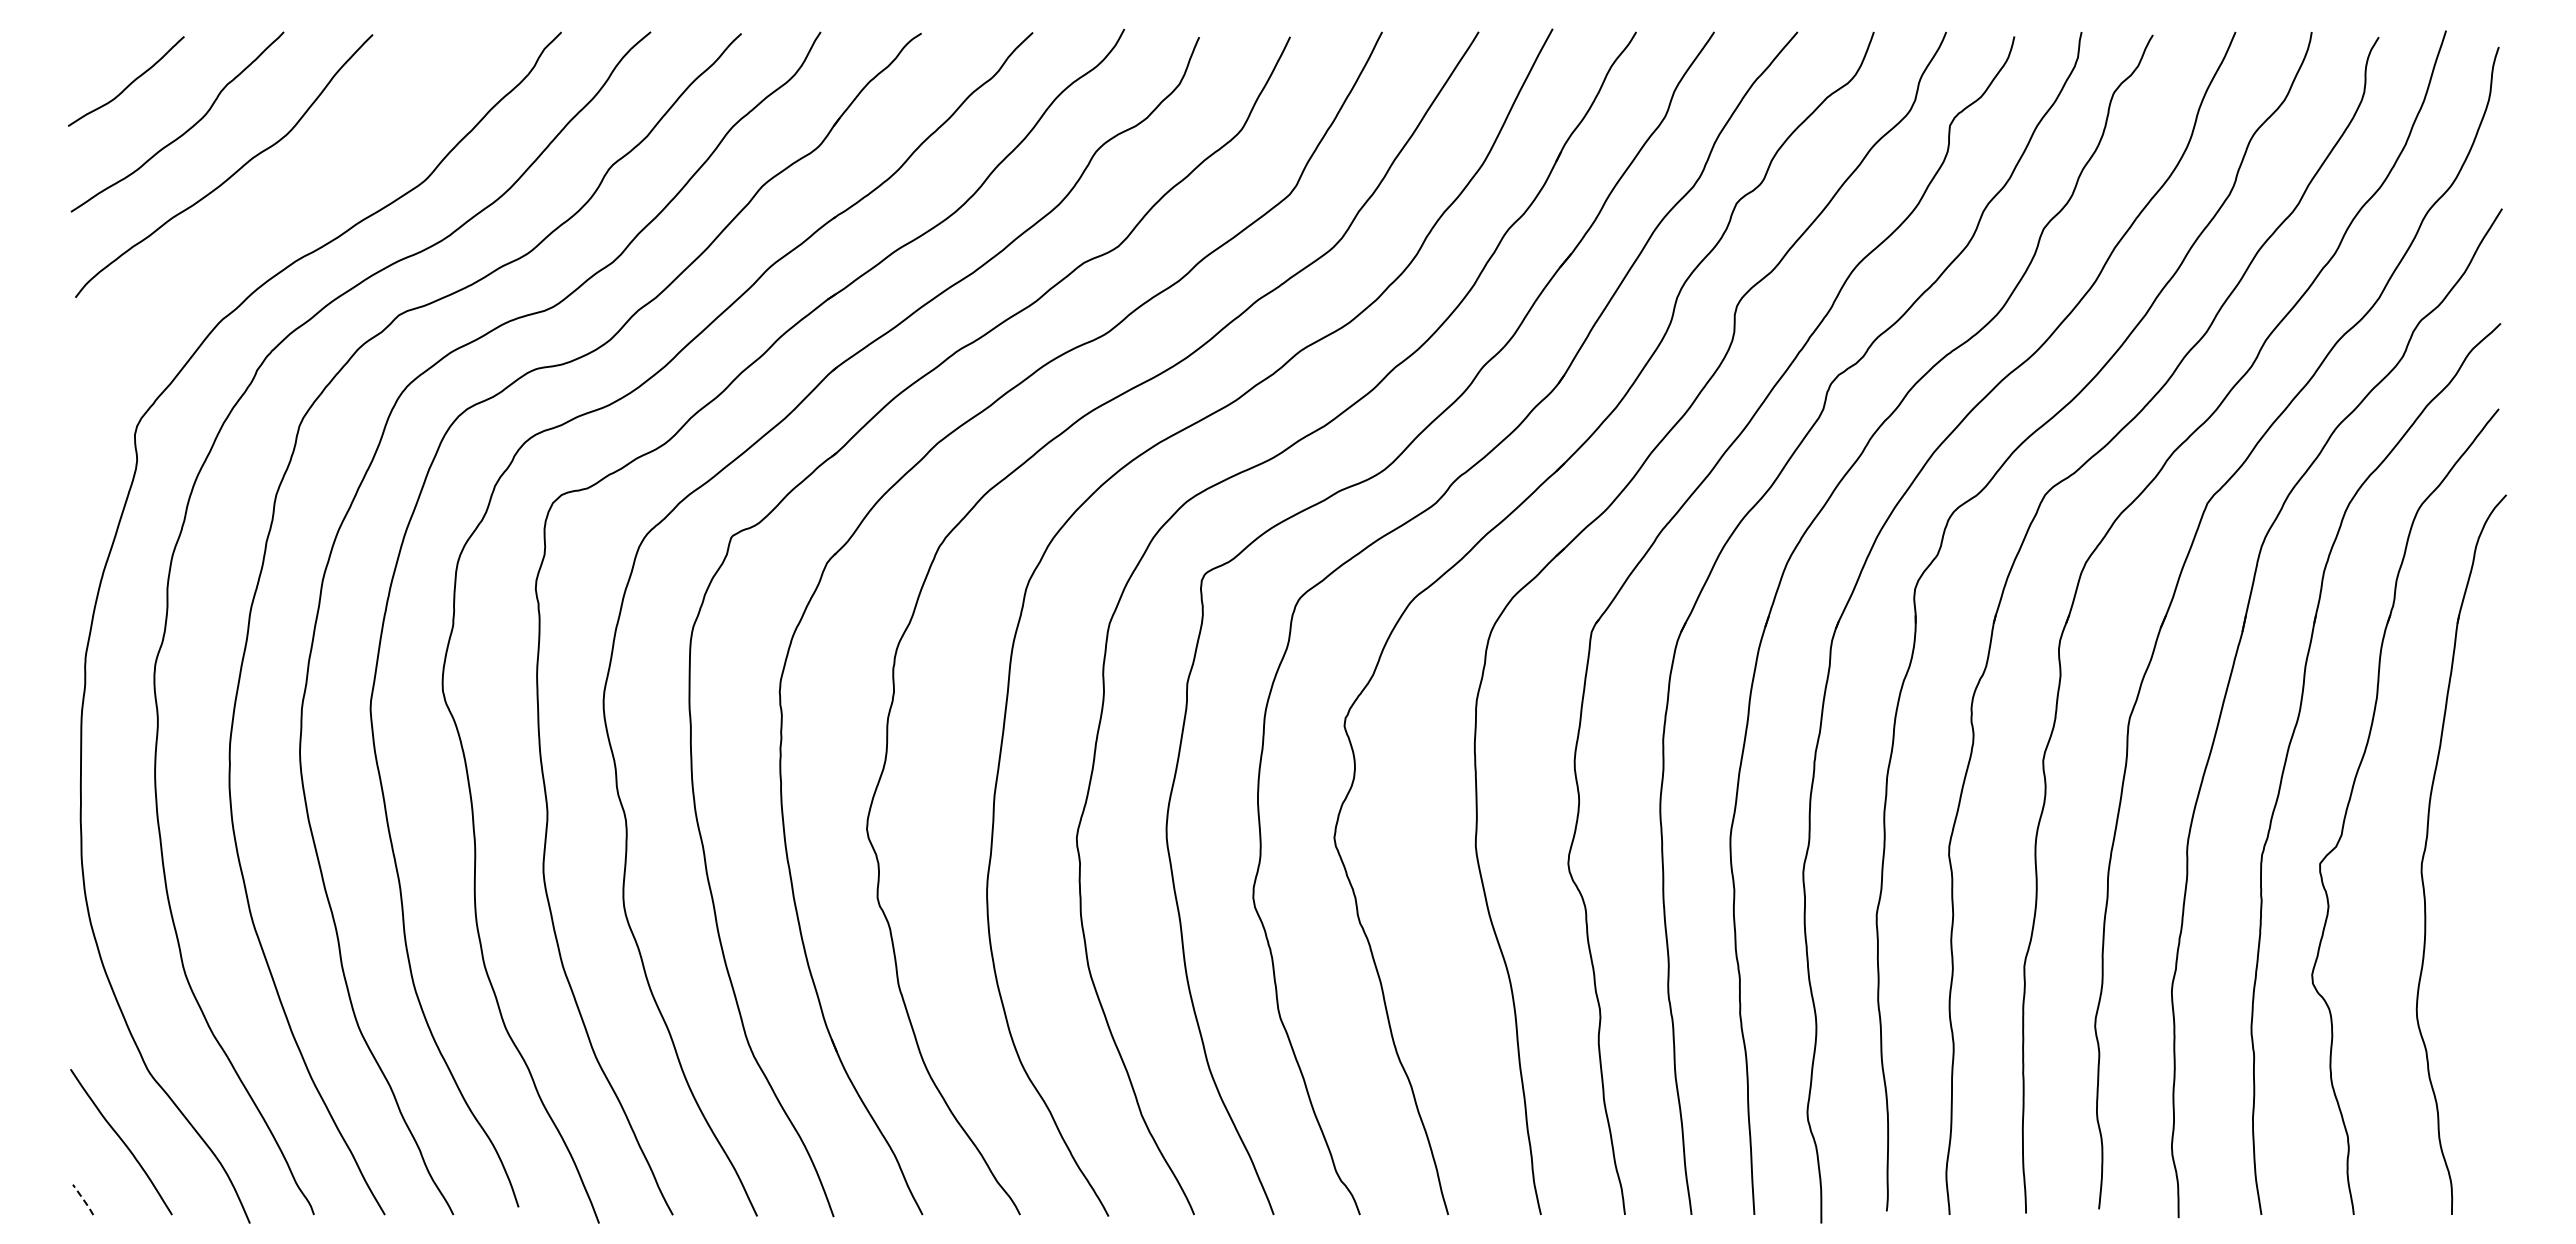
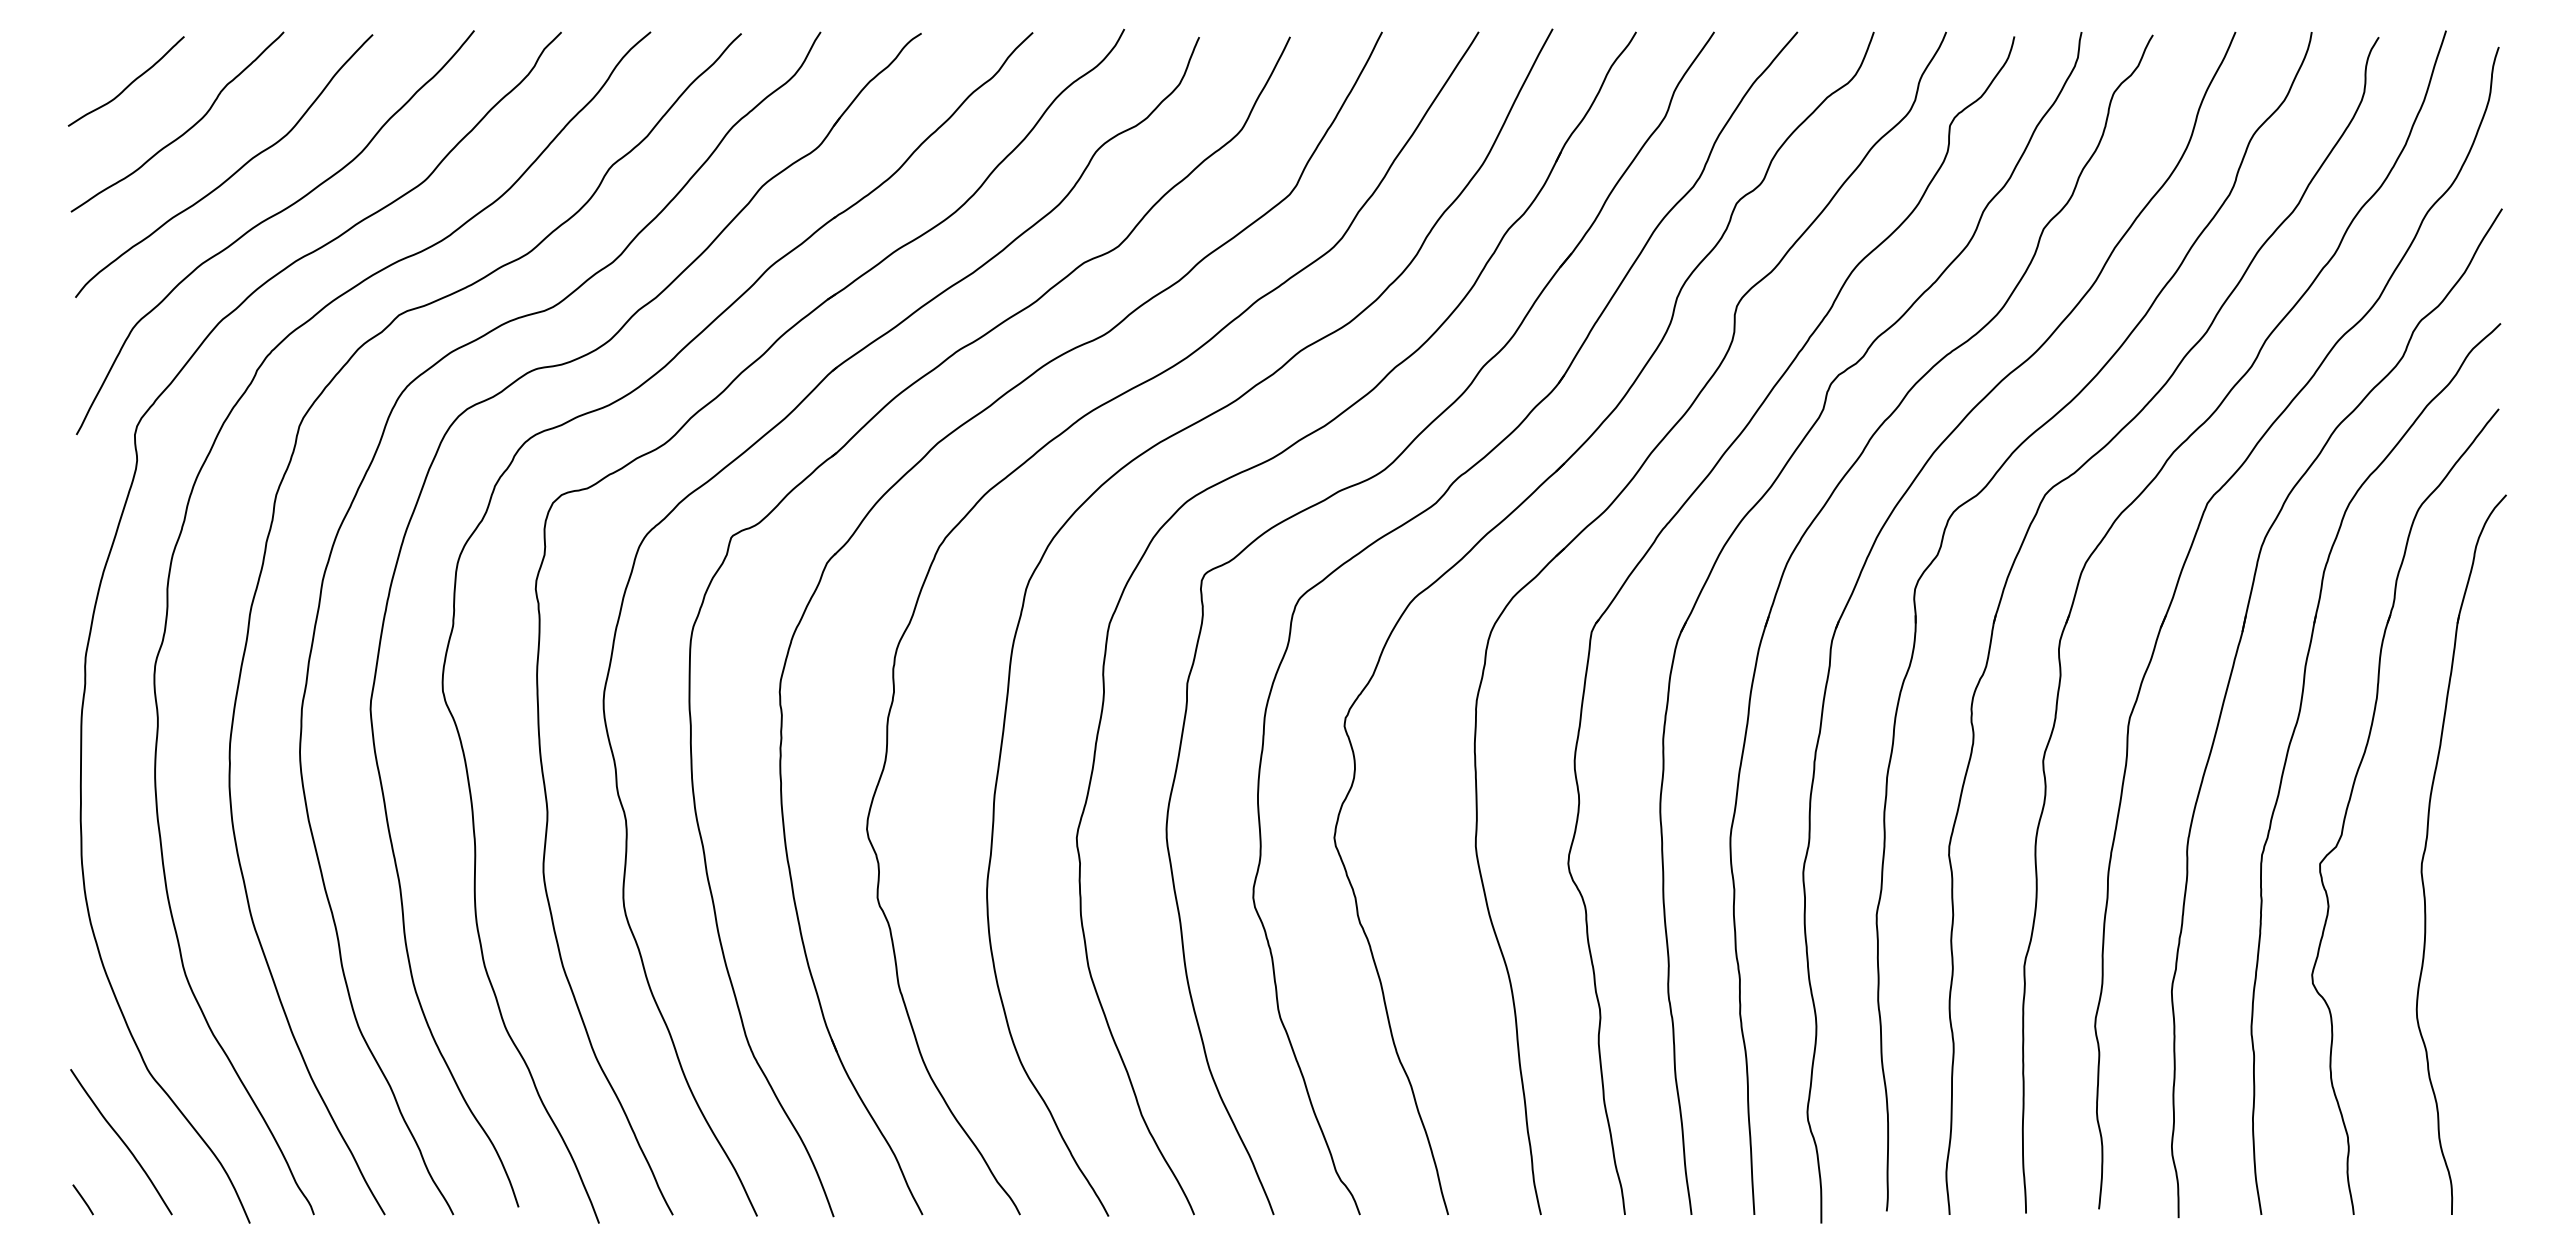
curve at (267, 220): none -> present
line at (83, 1199): dashed -> solid
